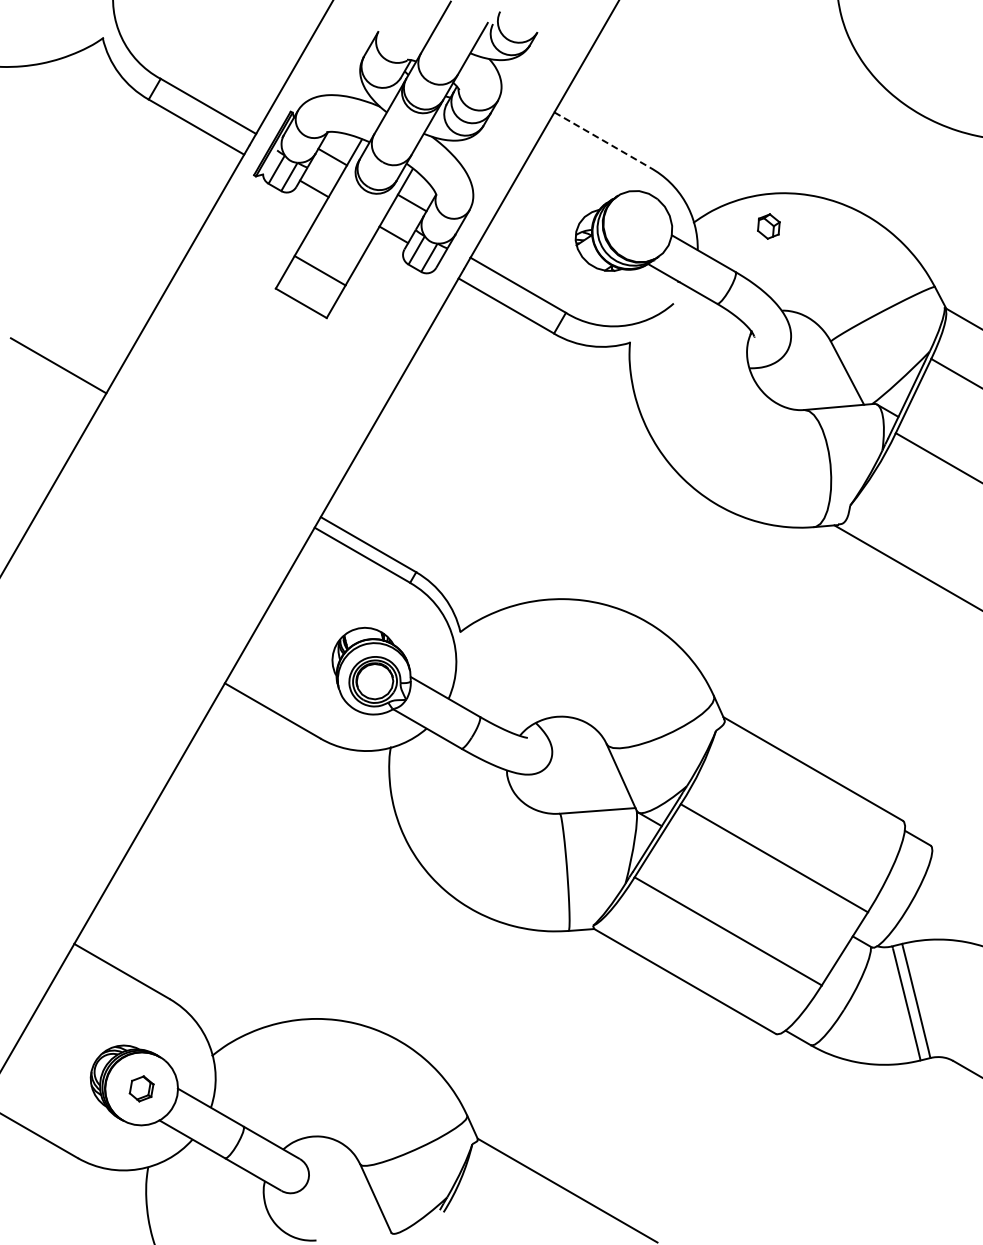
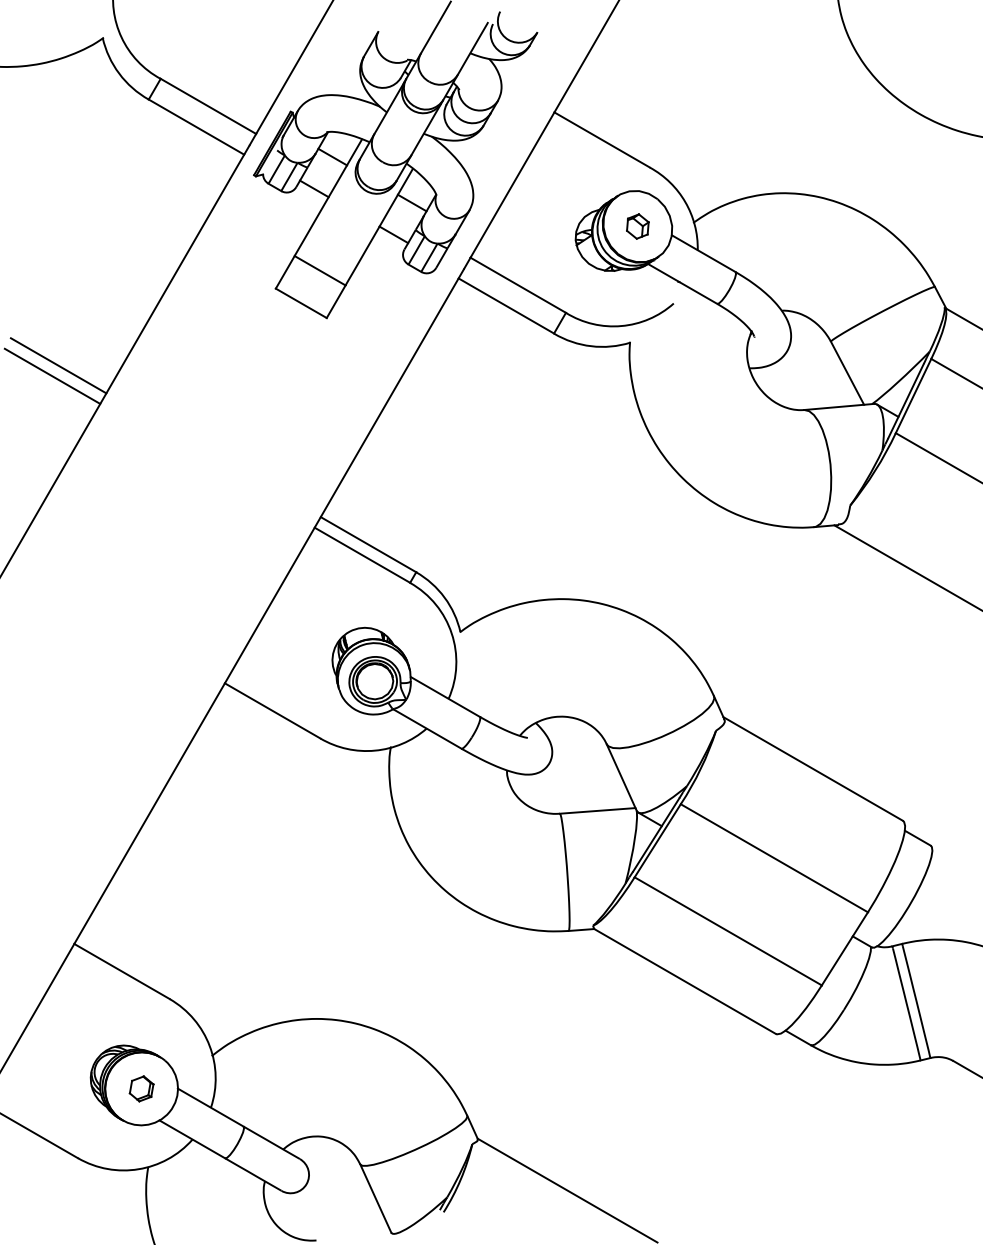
line at (602, 140): dashed -> solid
part at (768, 226) position: (768, 226) -> (637, 226)
line at (52, 375): none -> present
